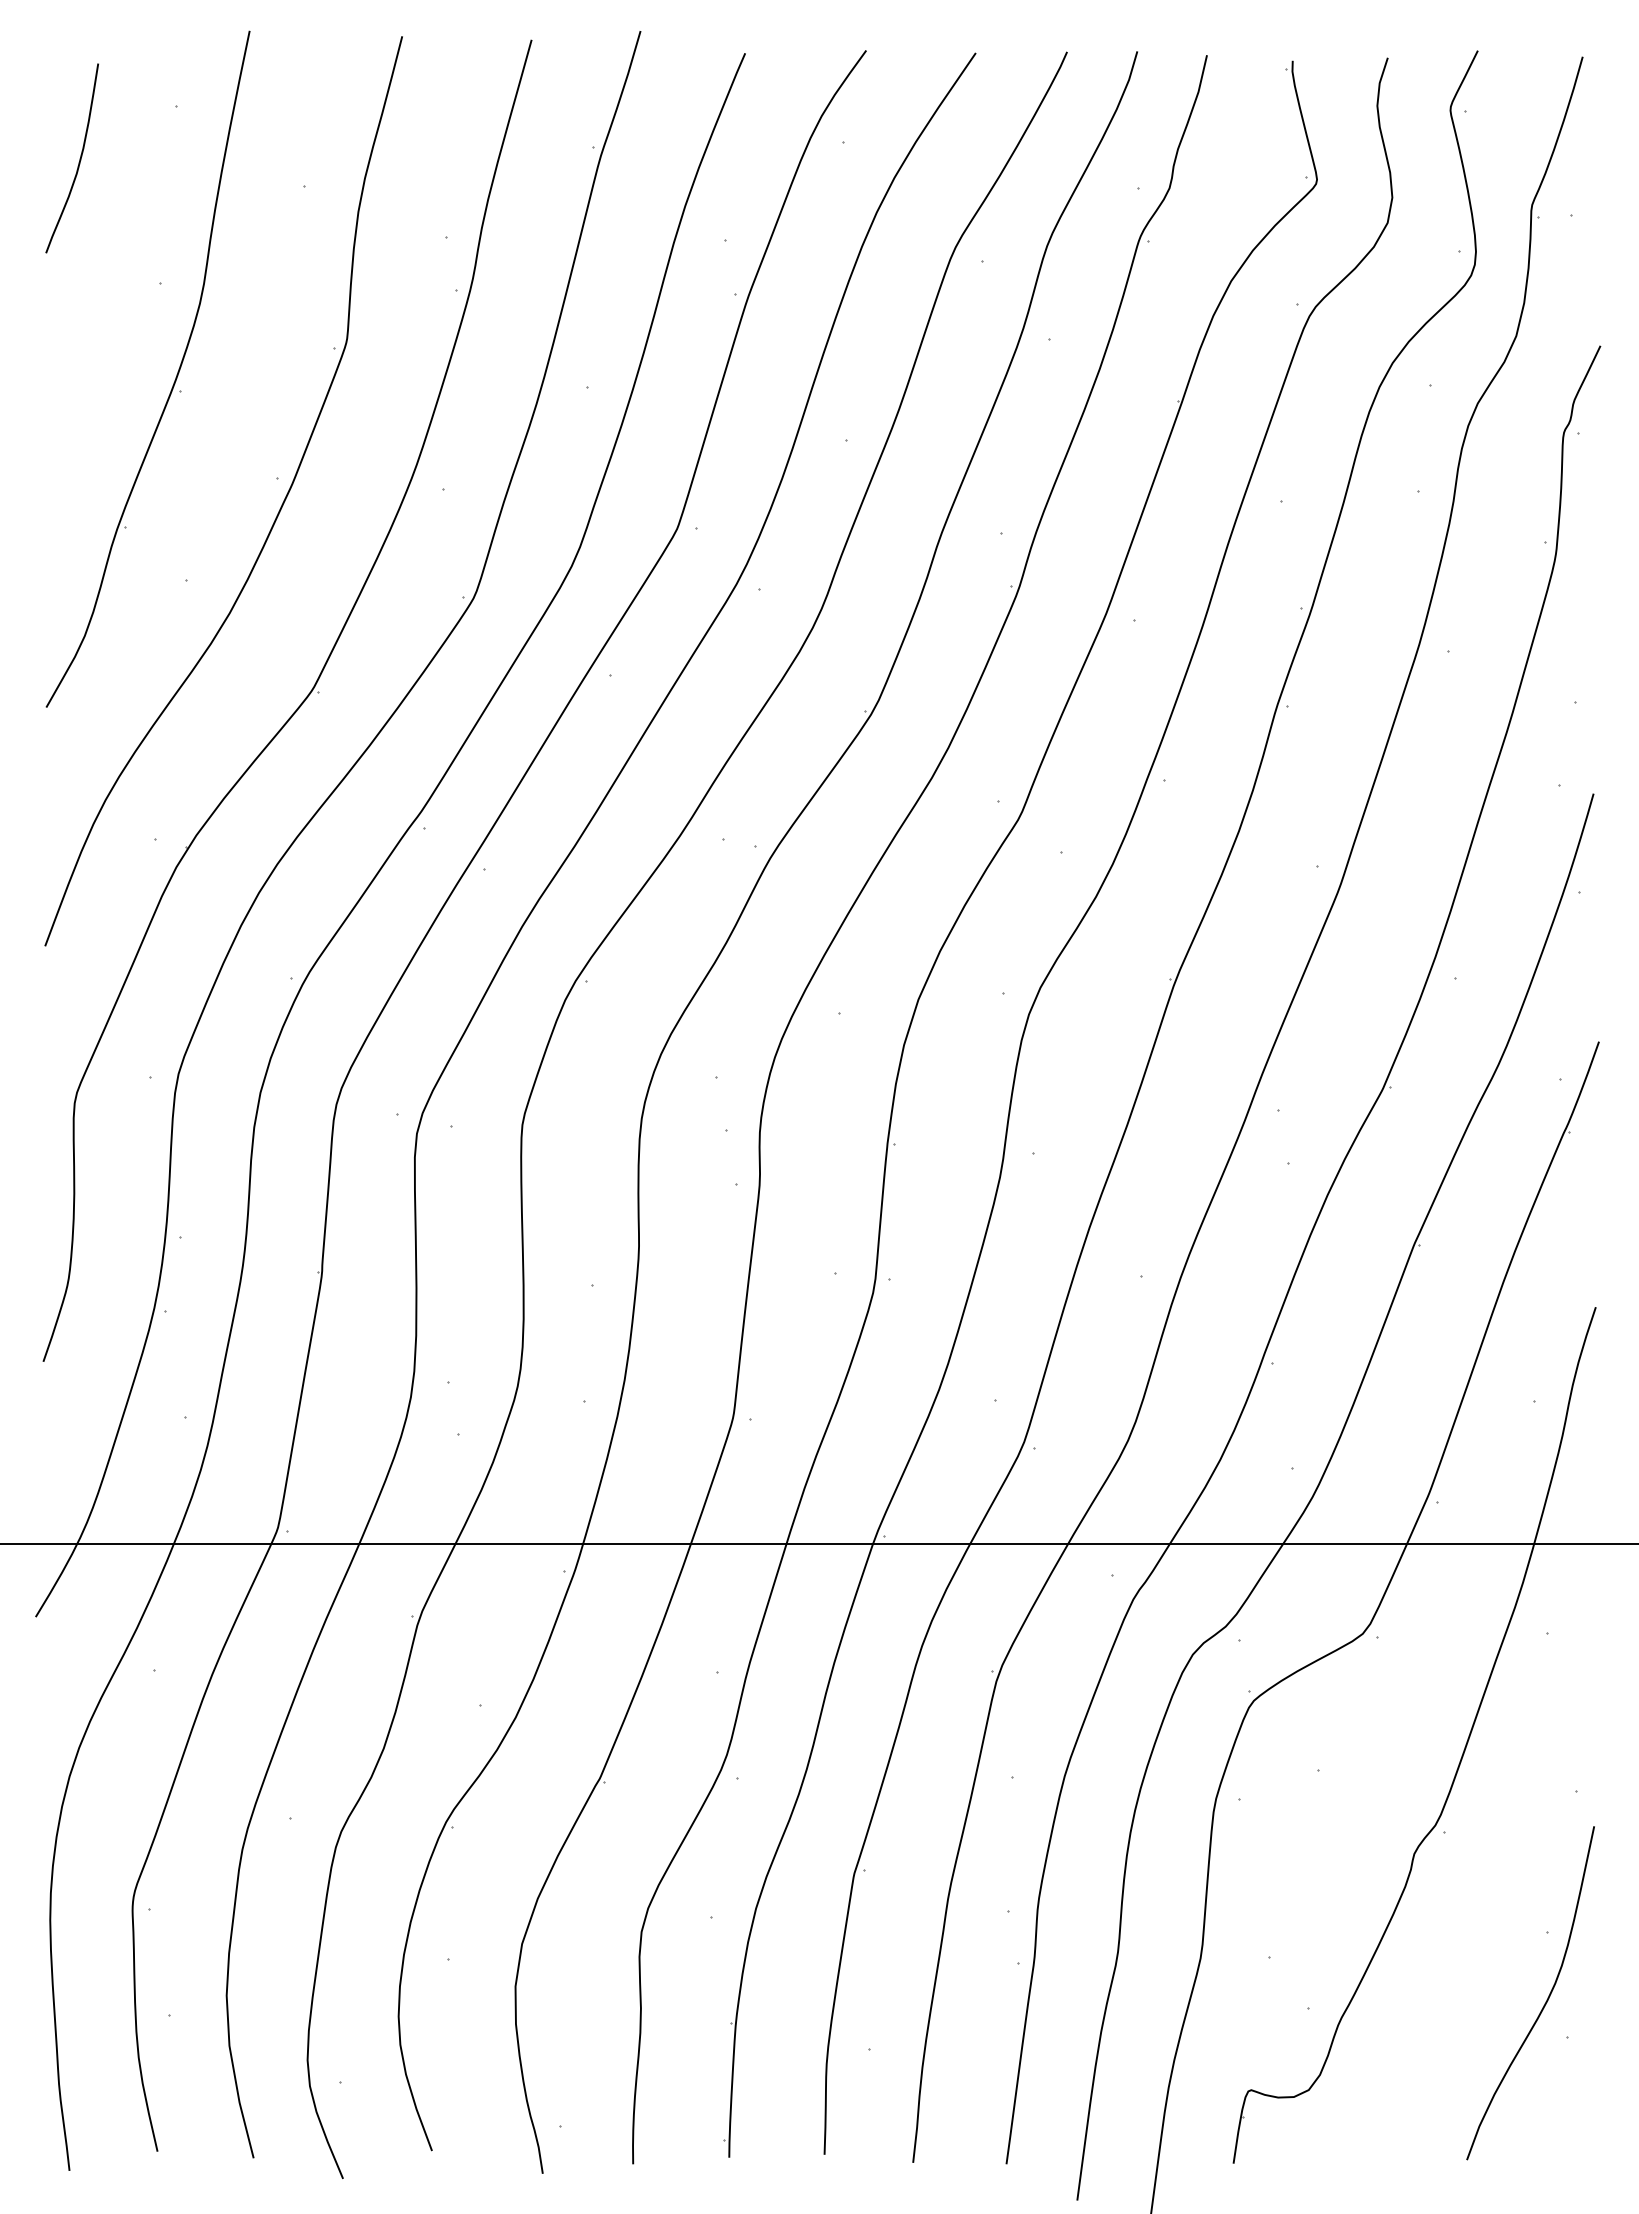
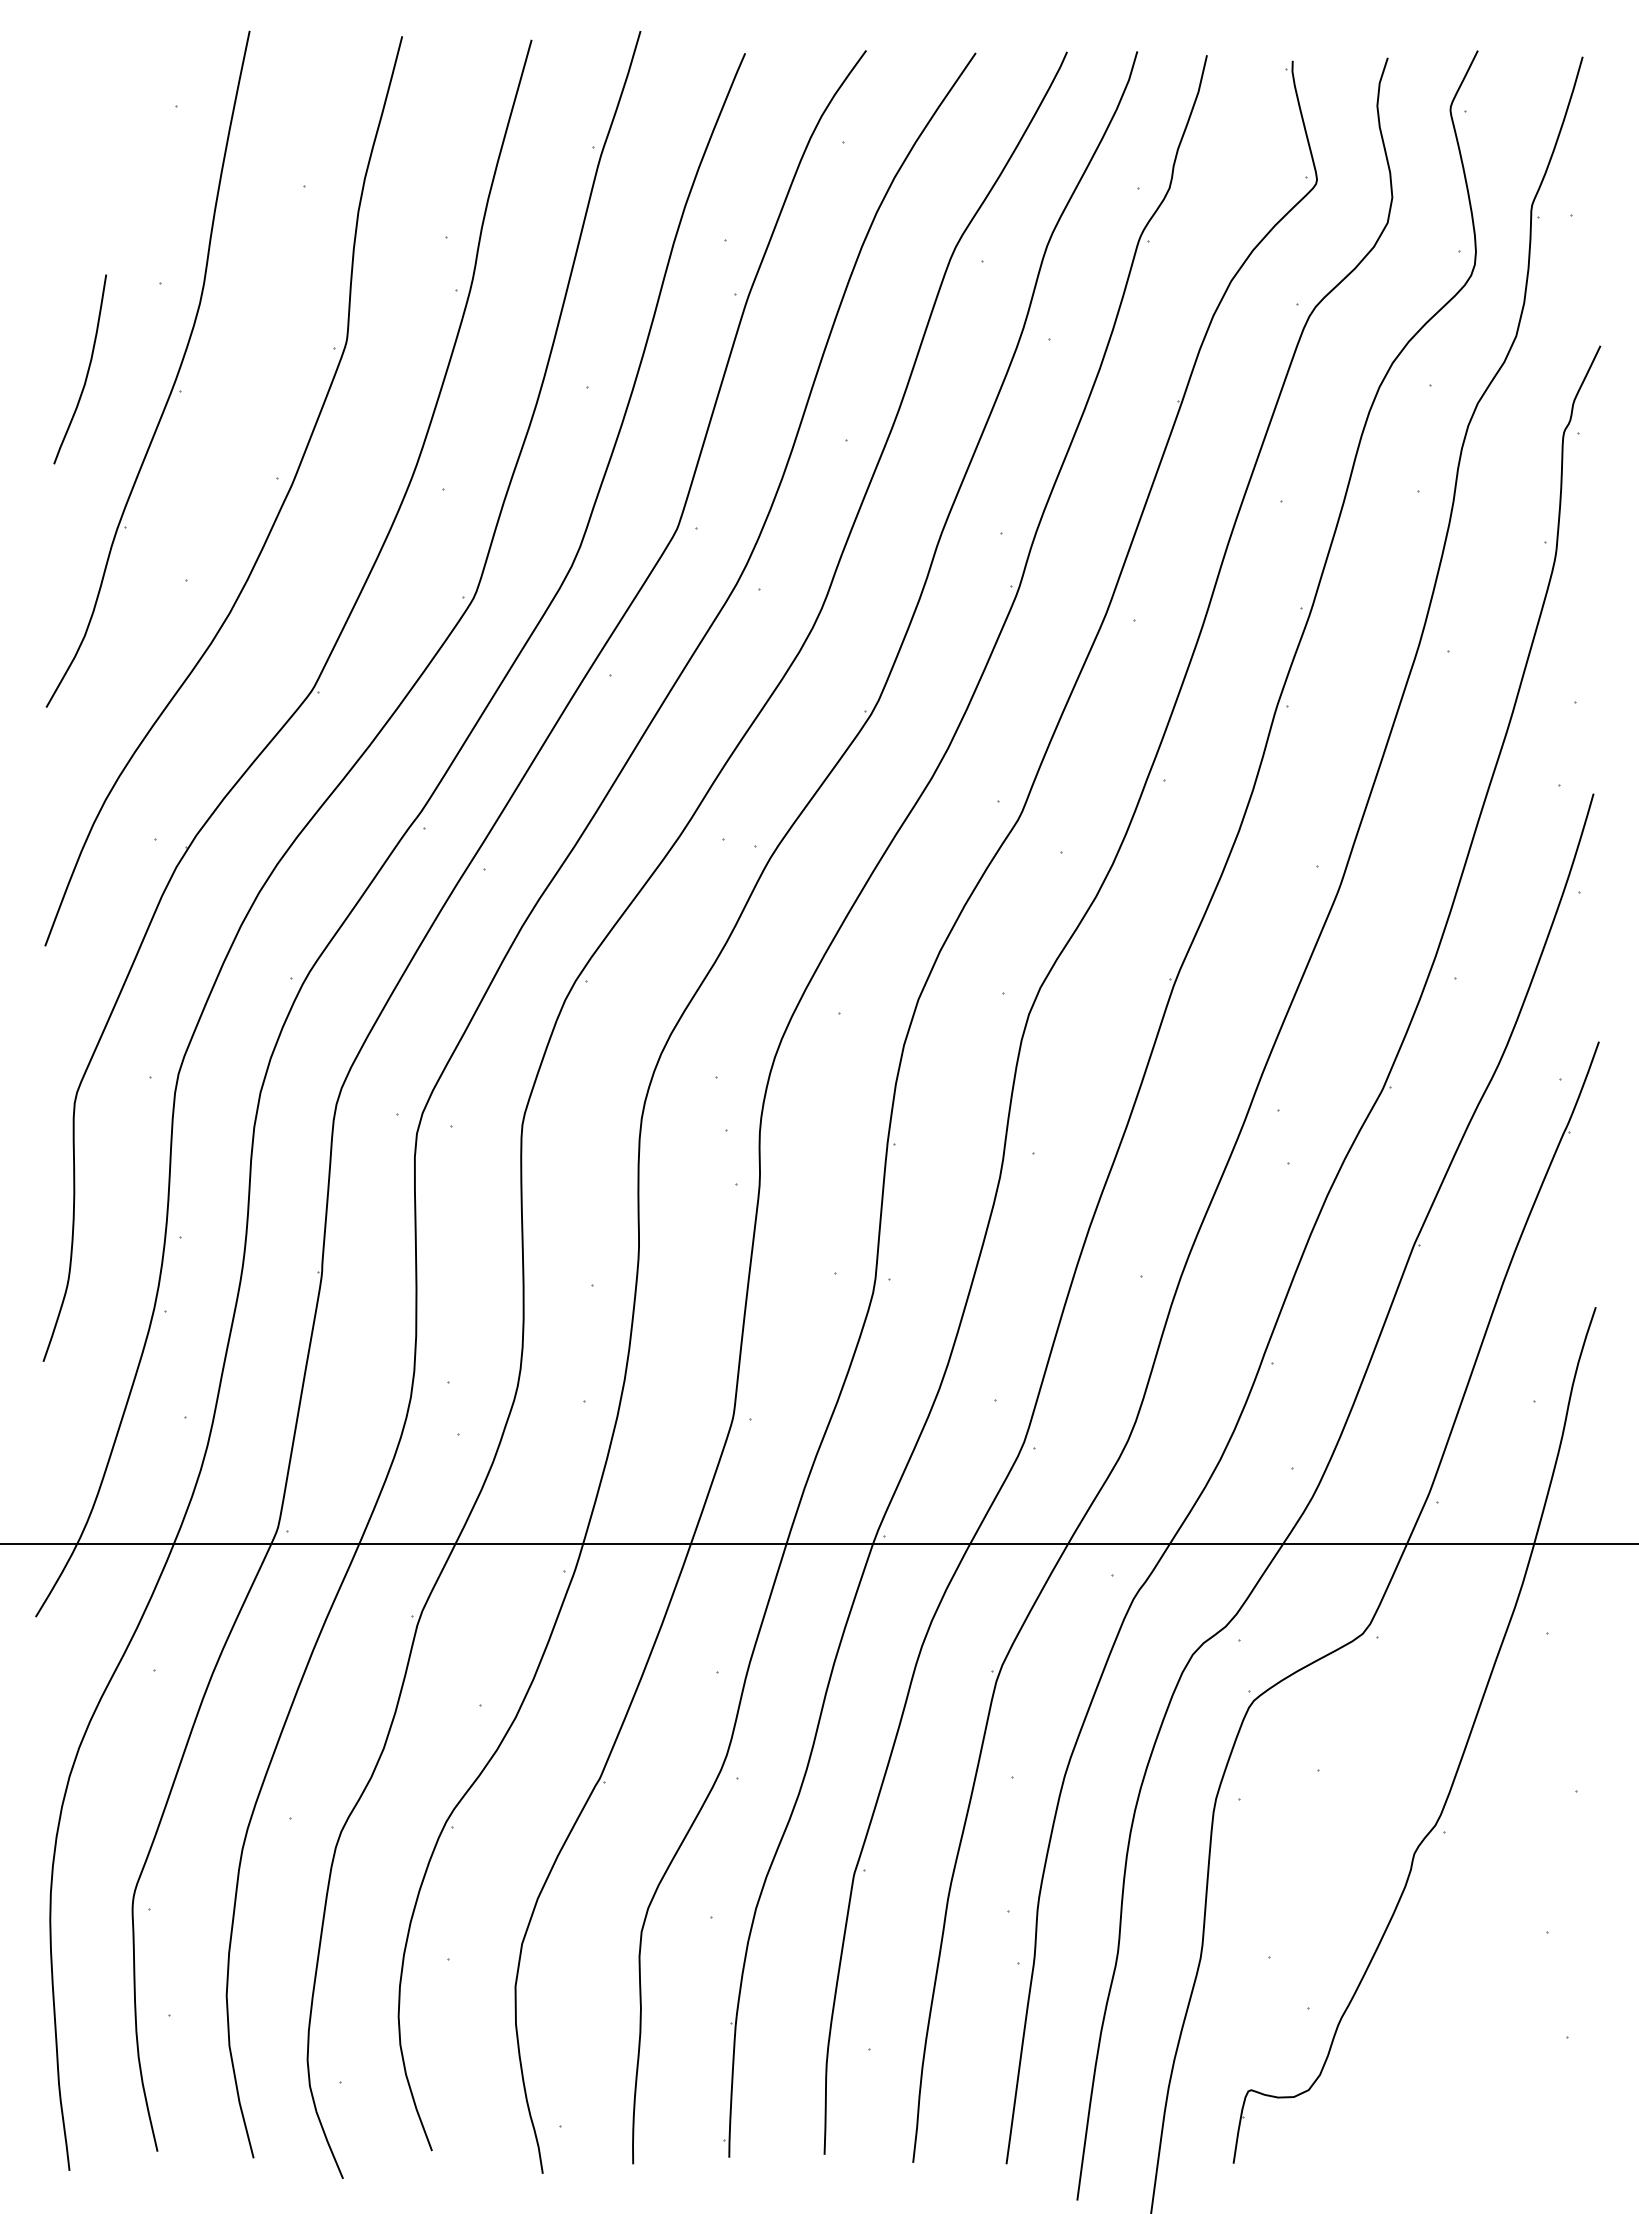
curve at (79, 158) position: (79, 158) -> (87, 369)
curve at (1545, 2001): present -> none
